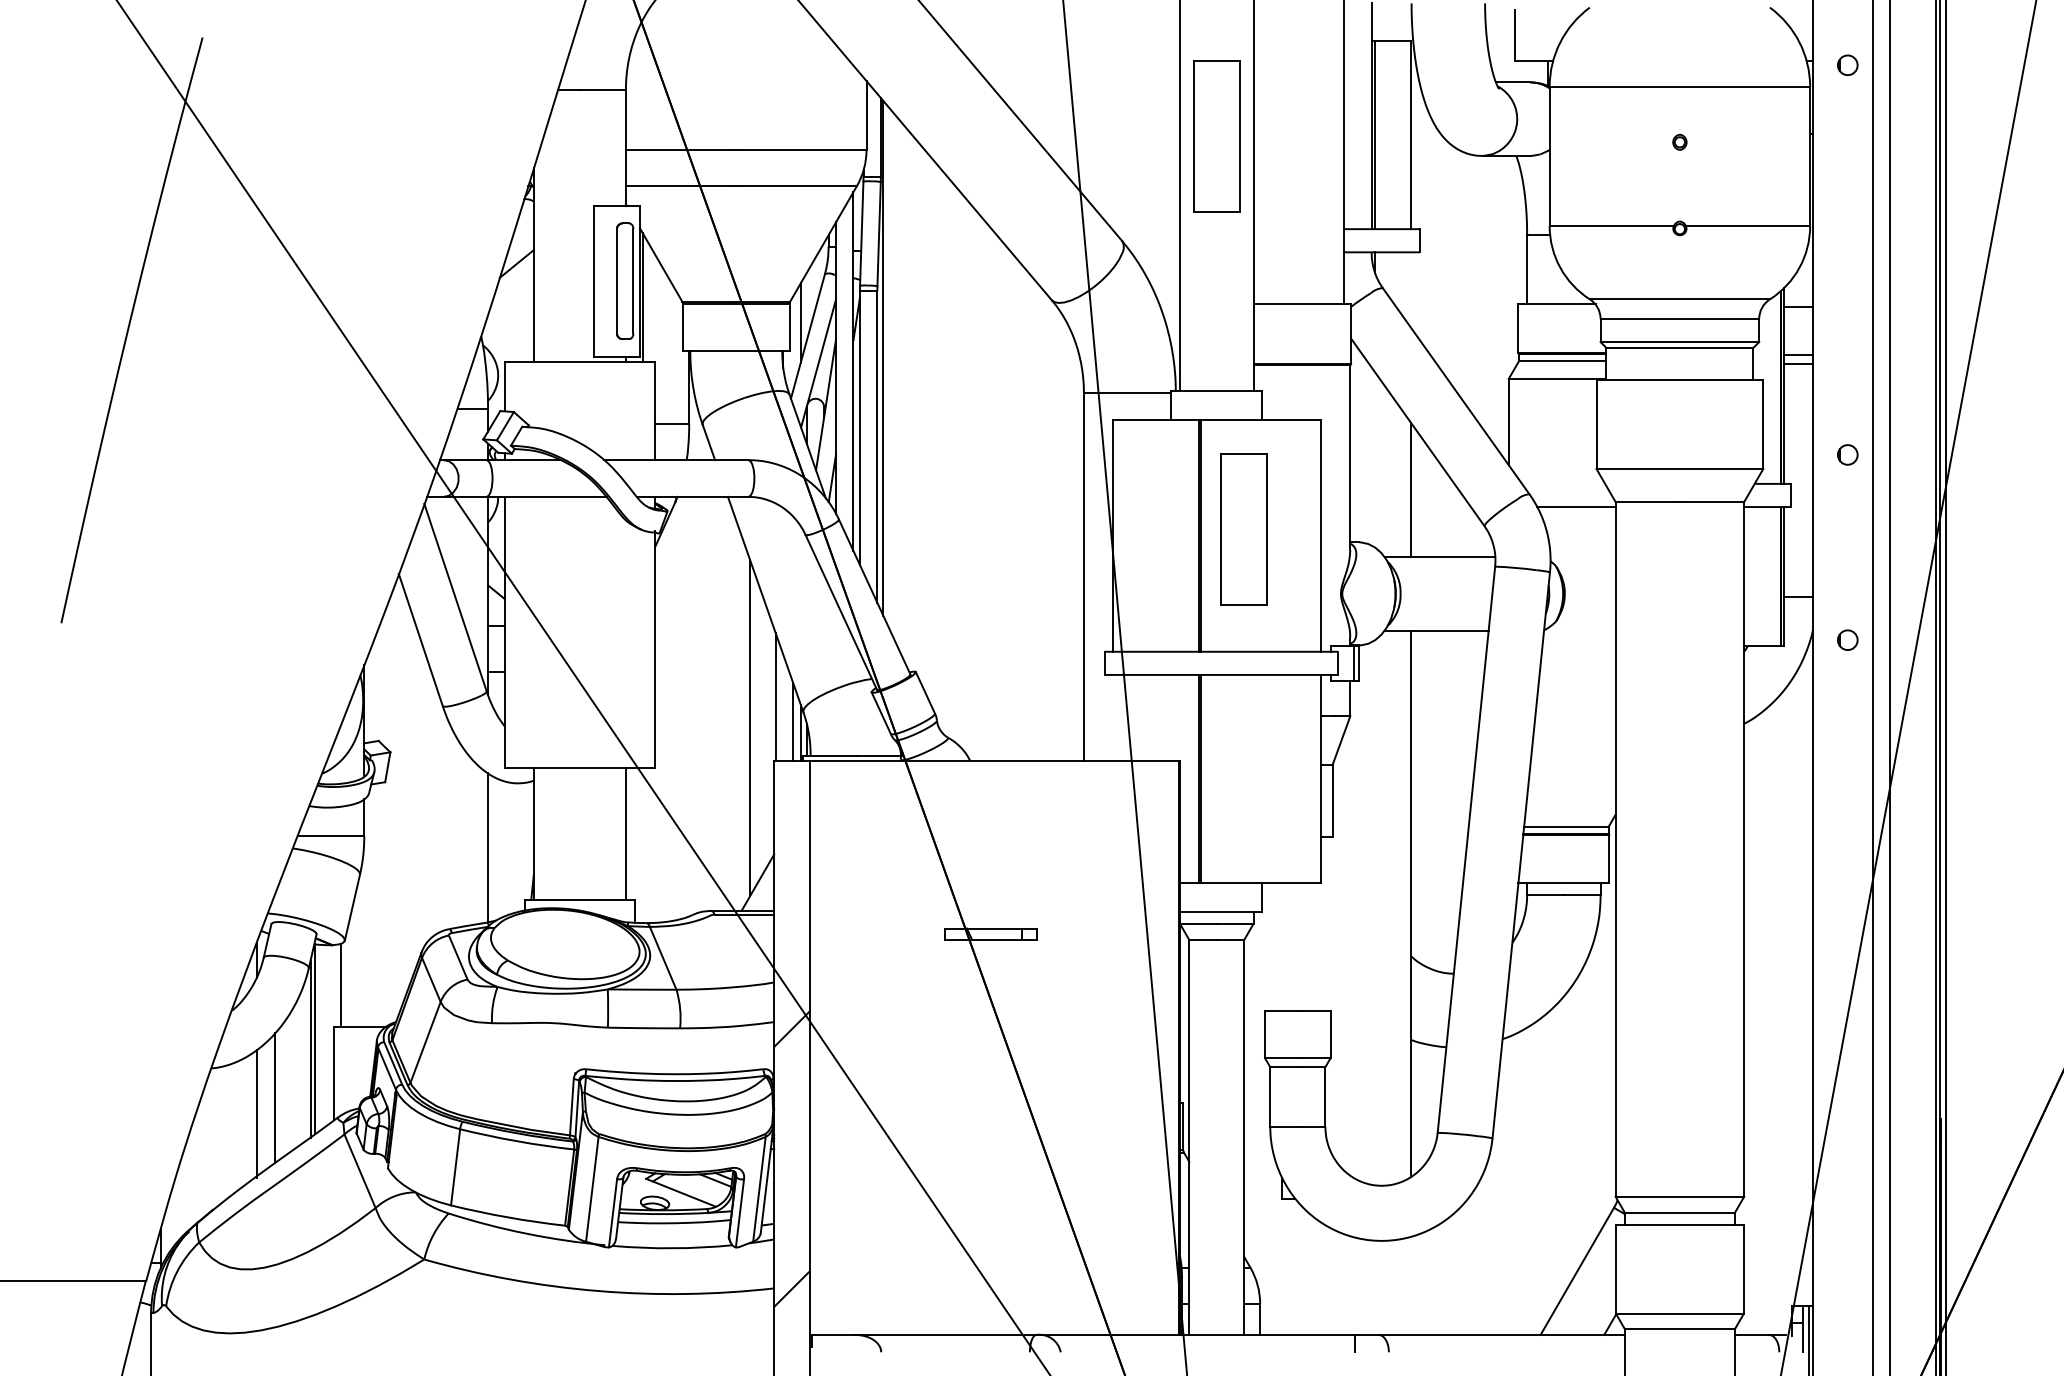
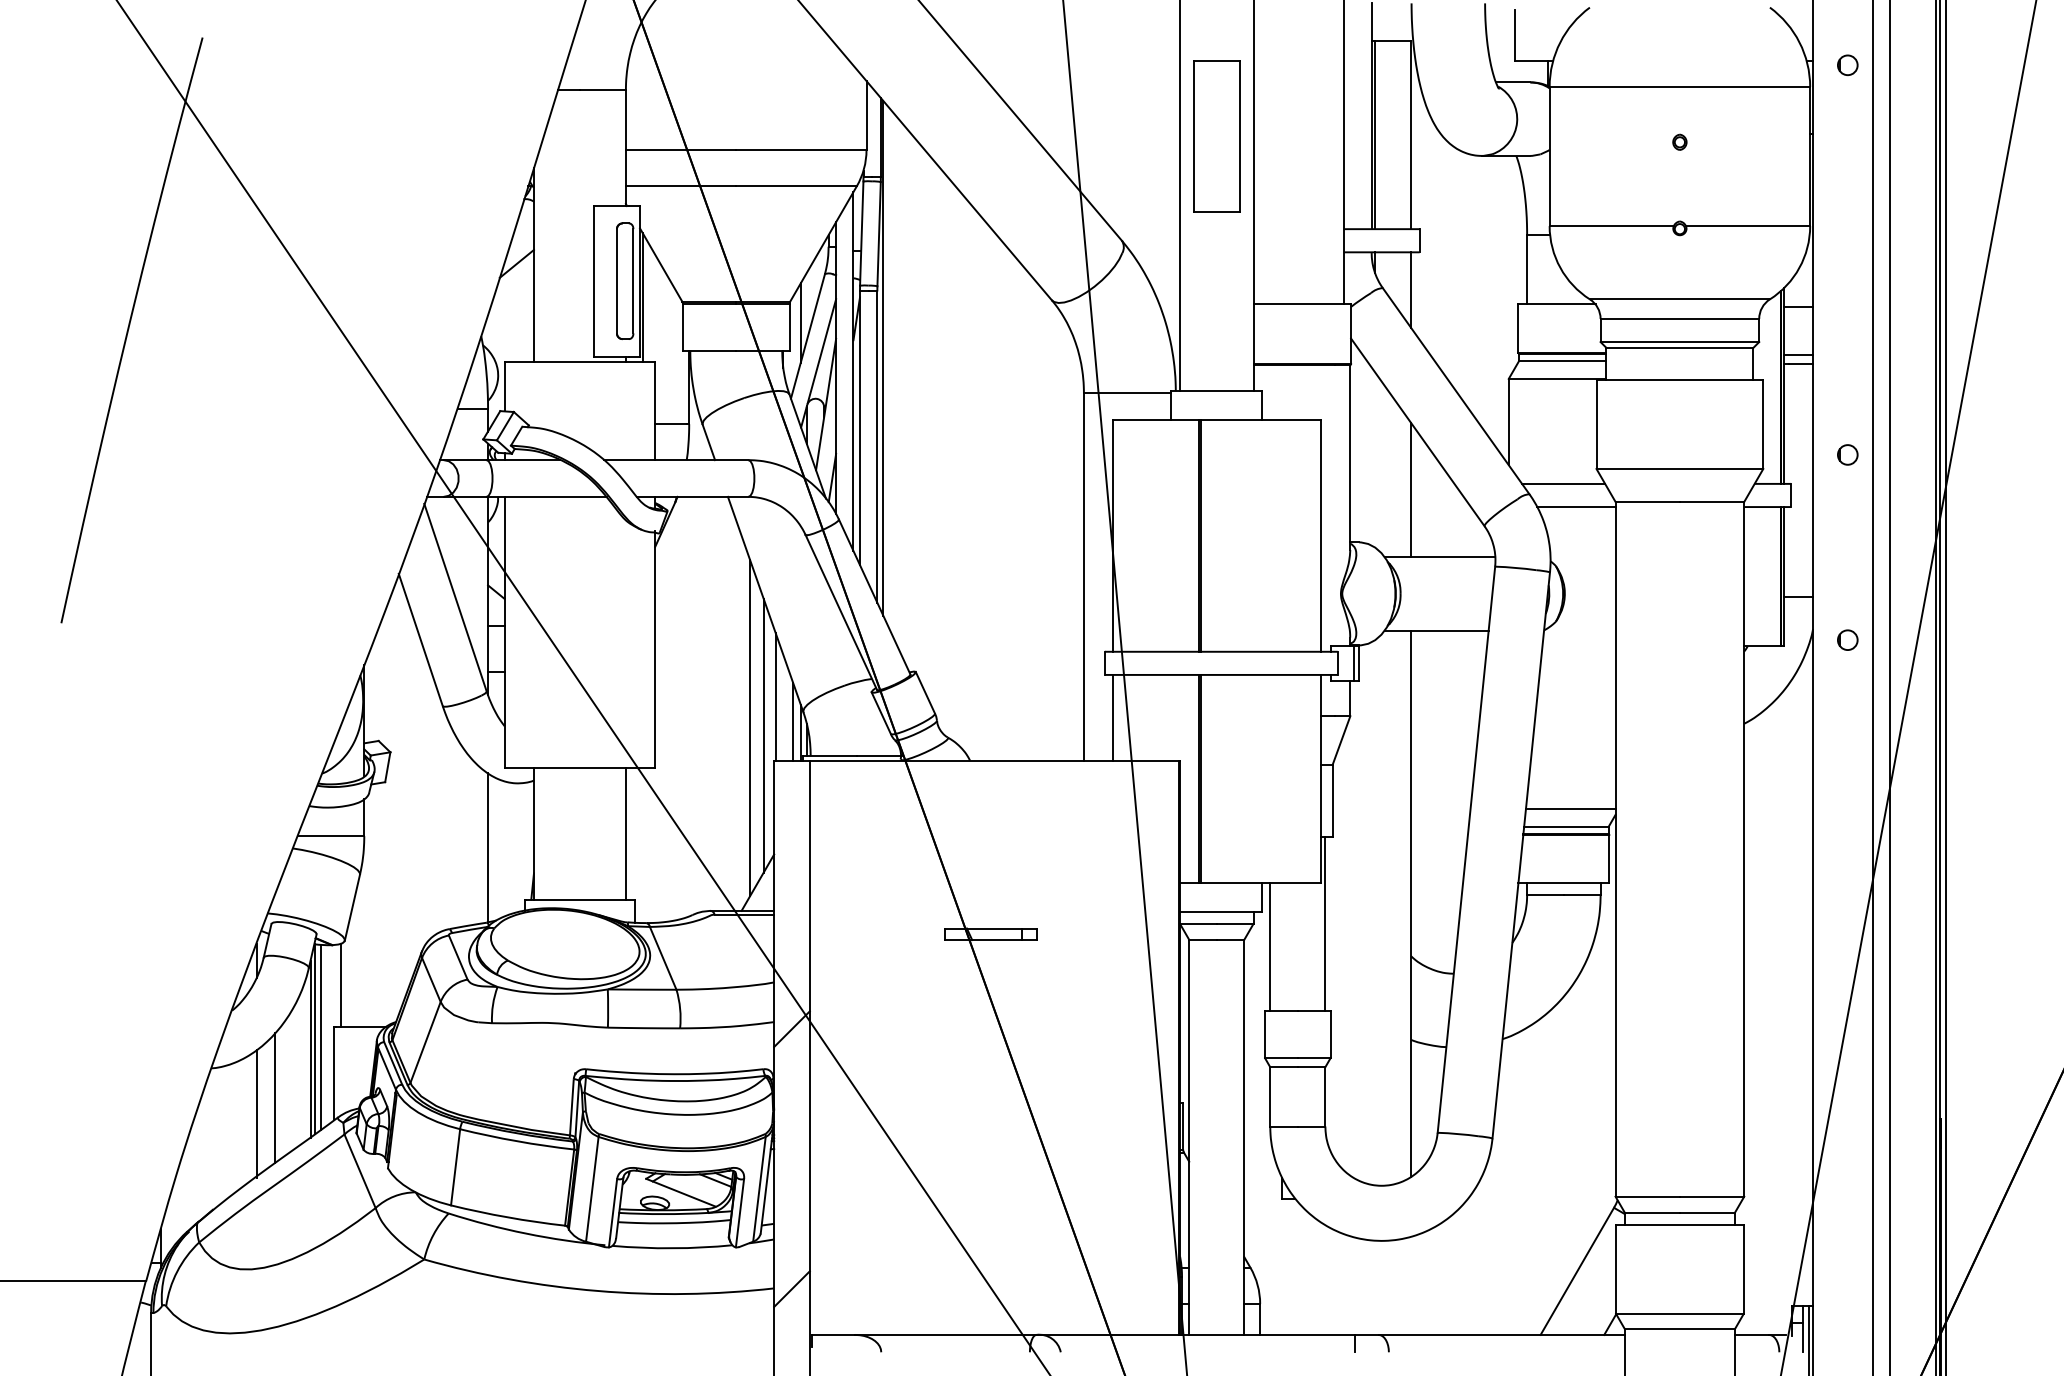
line at (1411, 289): none -> present
line at (1563, 483): none -> present
part at (1243, 529): present -> none
line at (1112, 717): none -> present
line at (763, 735): none -> present
line at (1570, 808): none -> present
line at (1325, 923): none -> present
line at (1270, 946): none -> present
line at (321, 1036): none -> present
